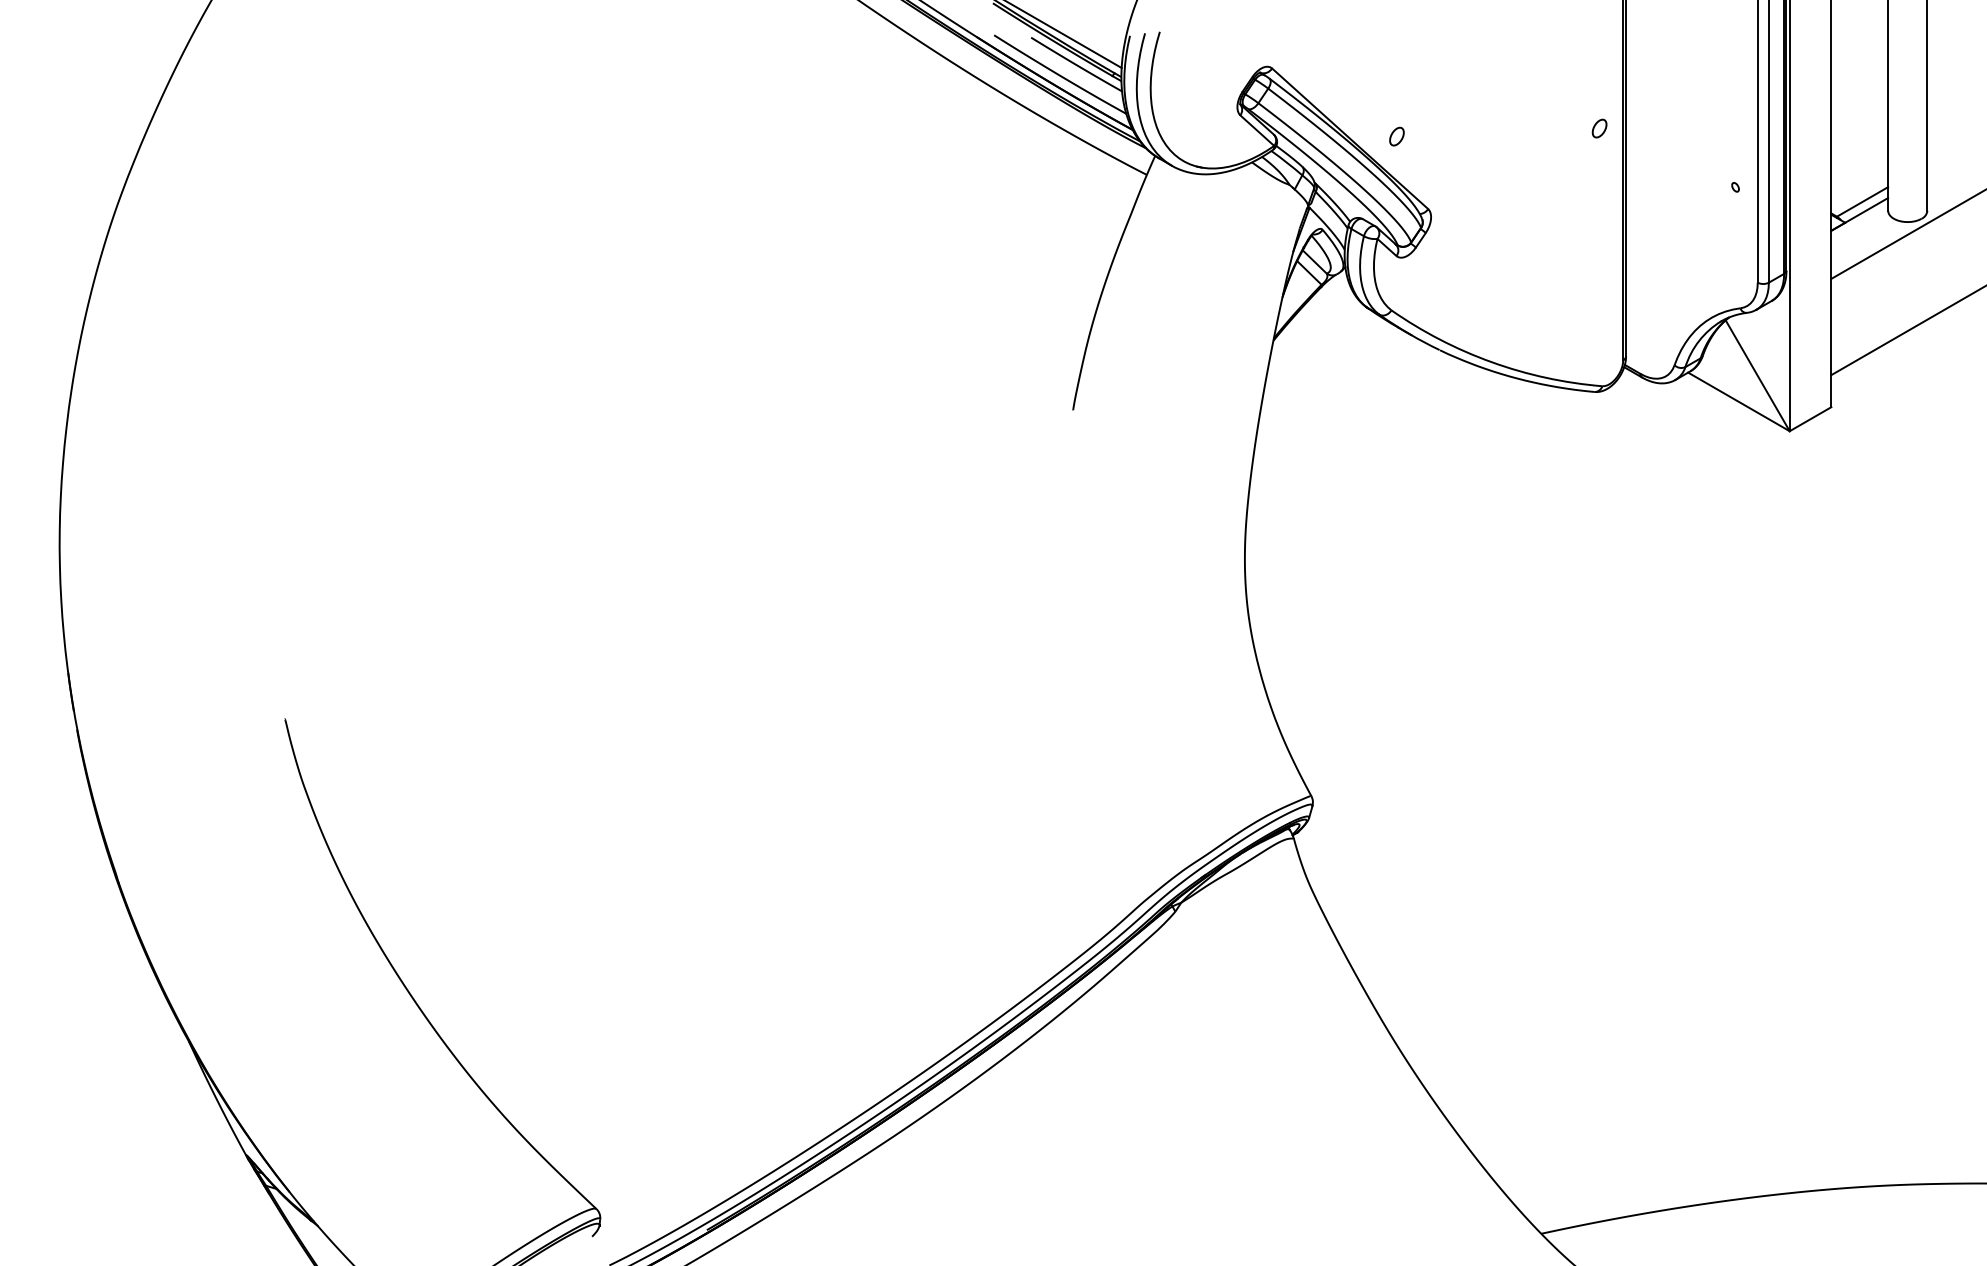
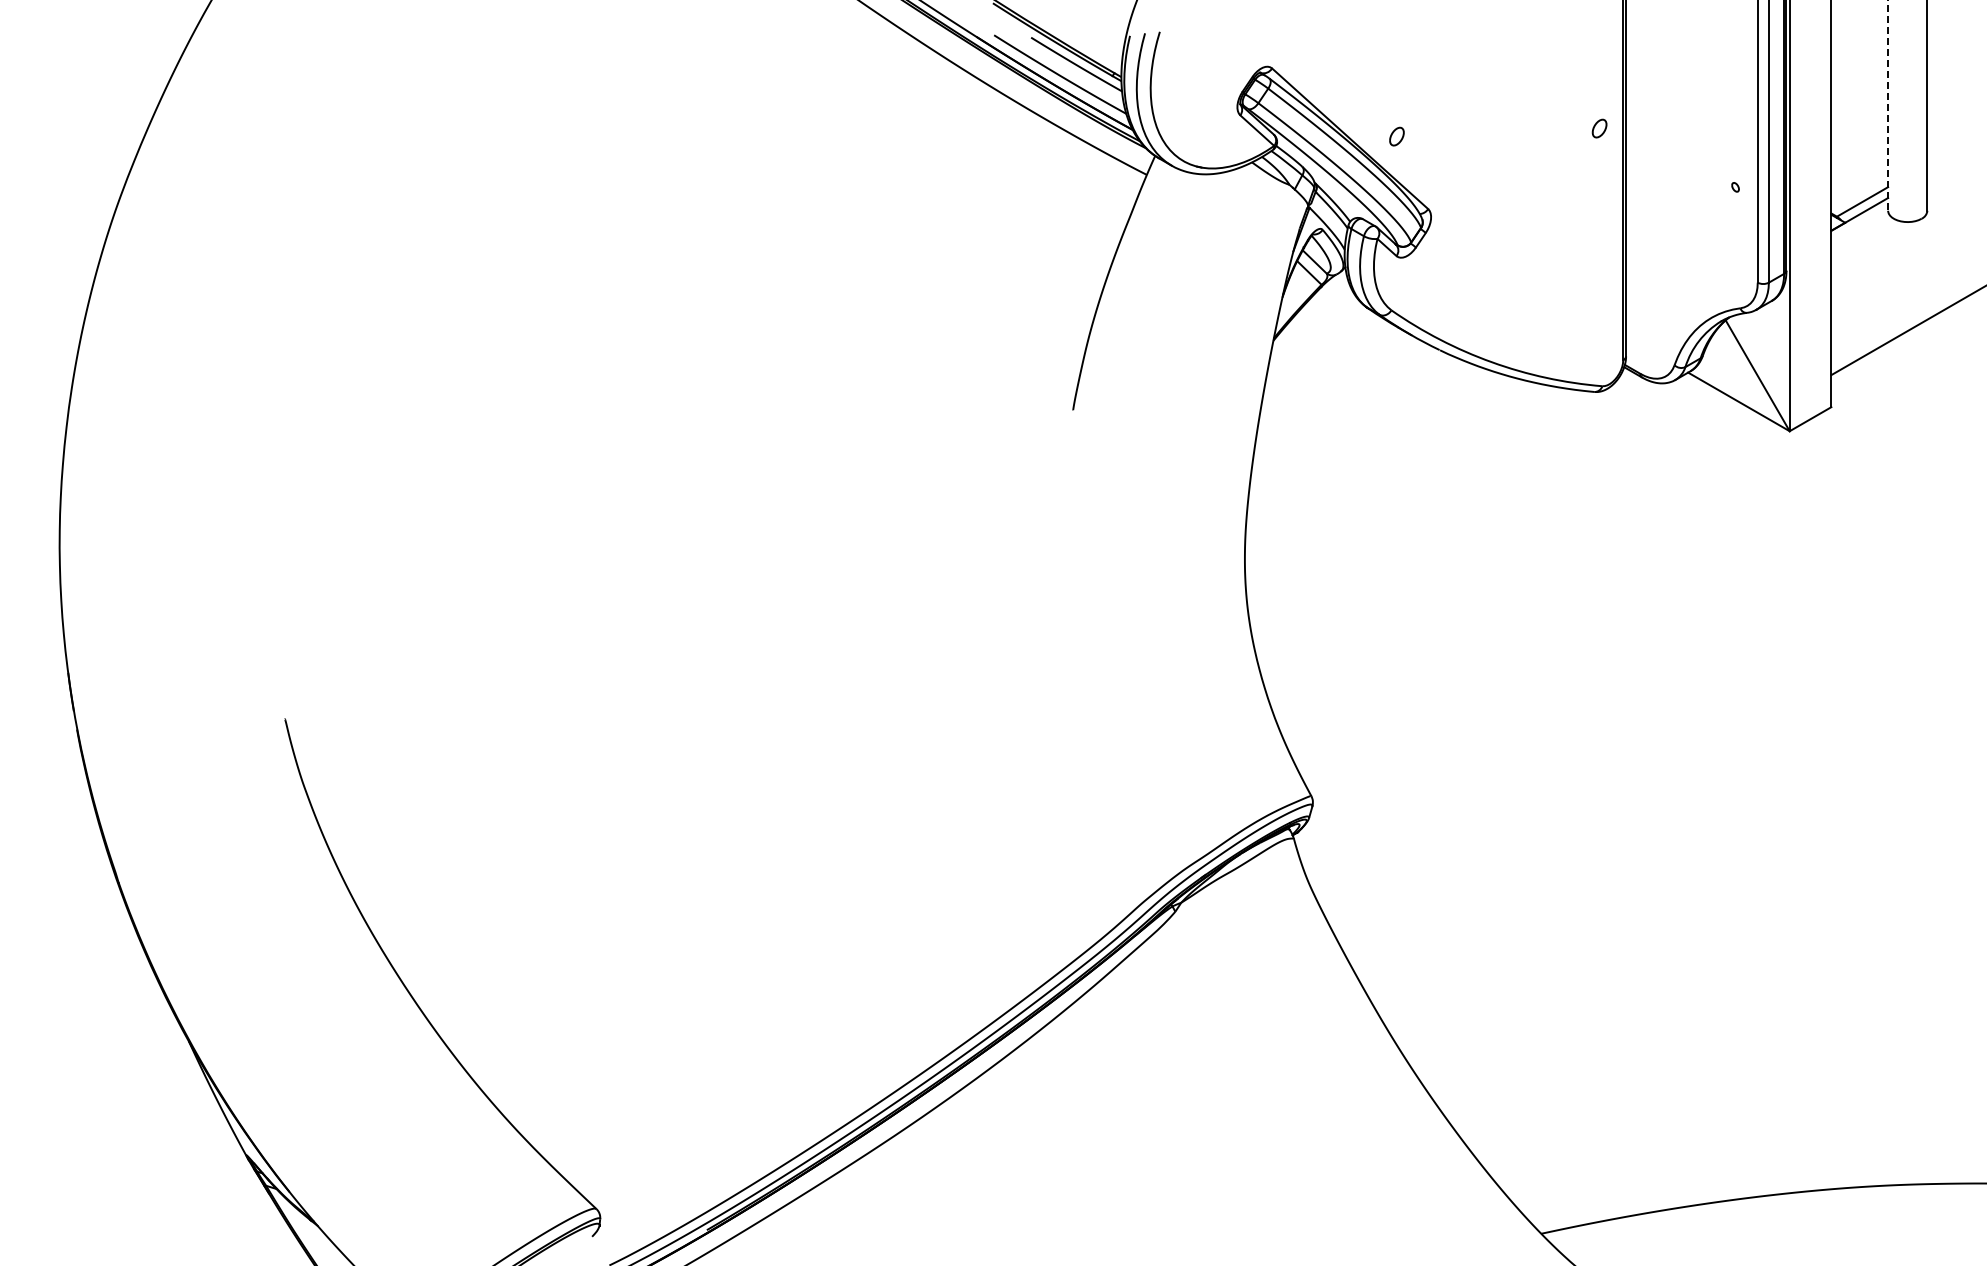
line at (1064, 35): present -> none
line at (1888, 105): solid -> dashed
line at (1907, 234): present -> none
